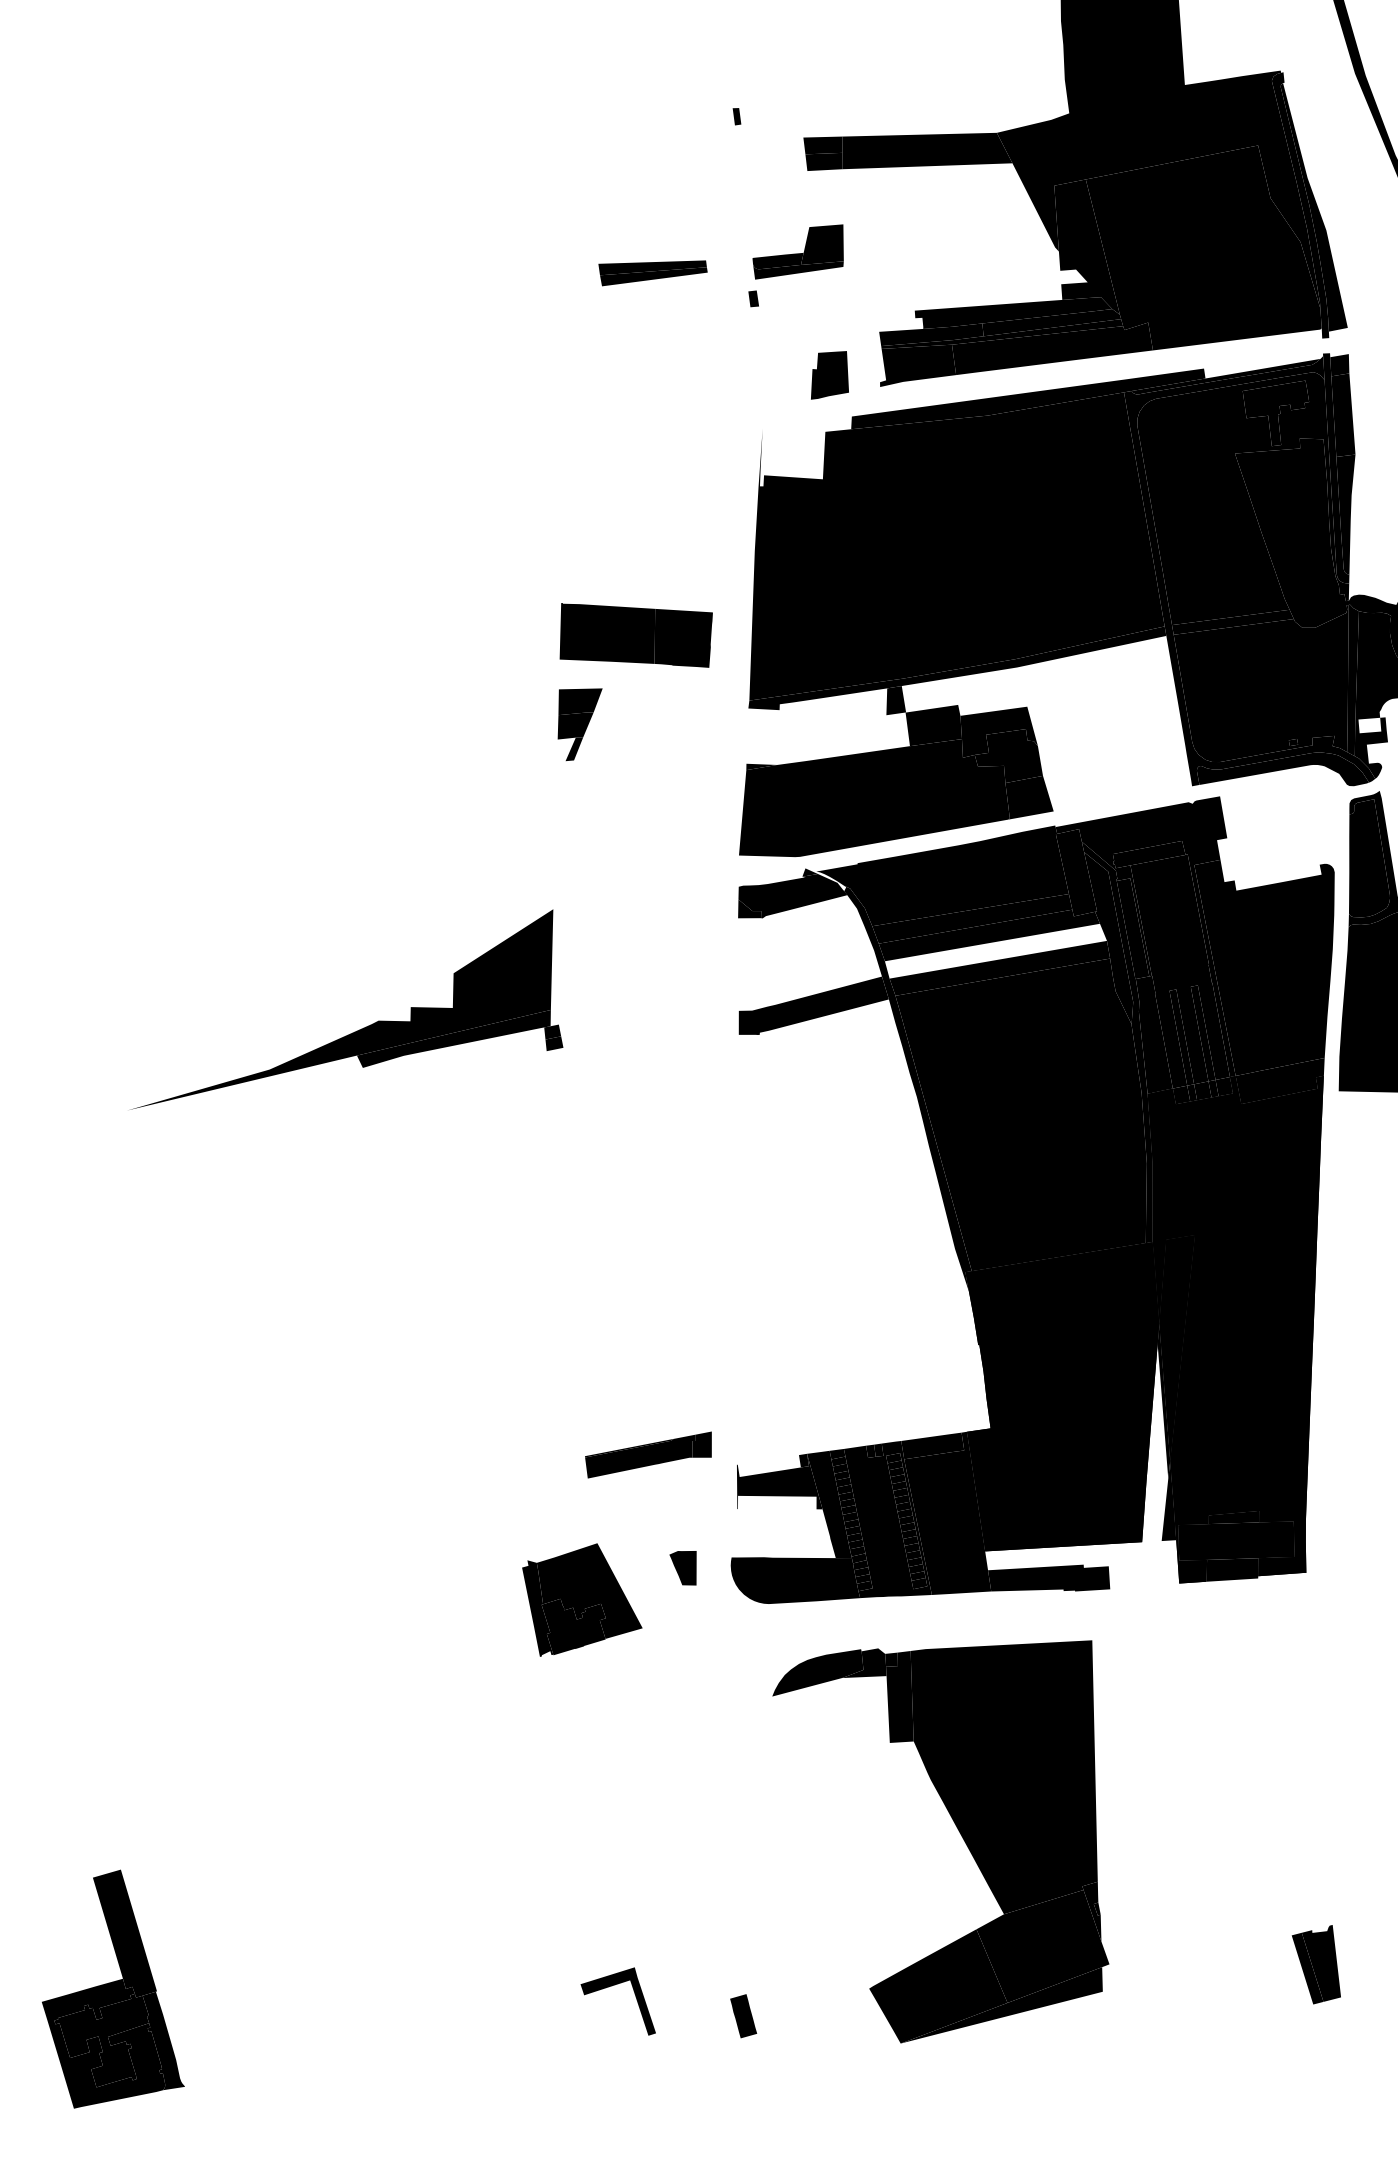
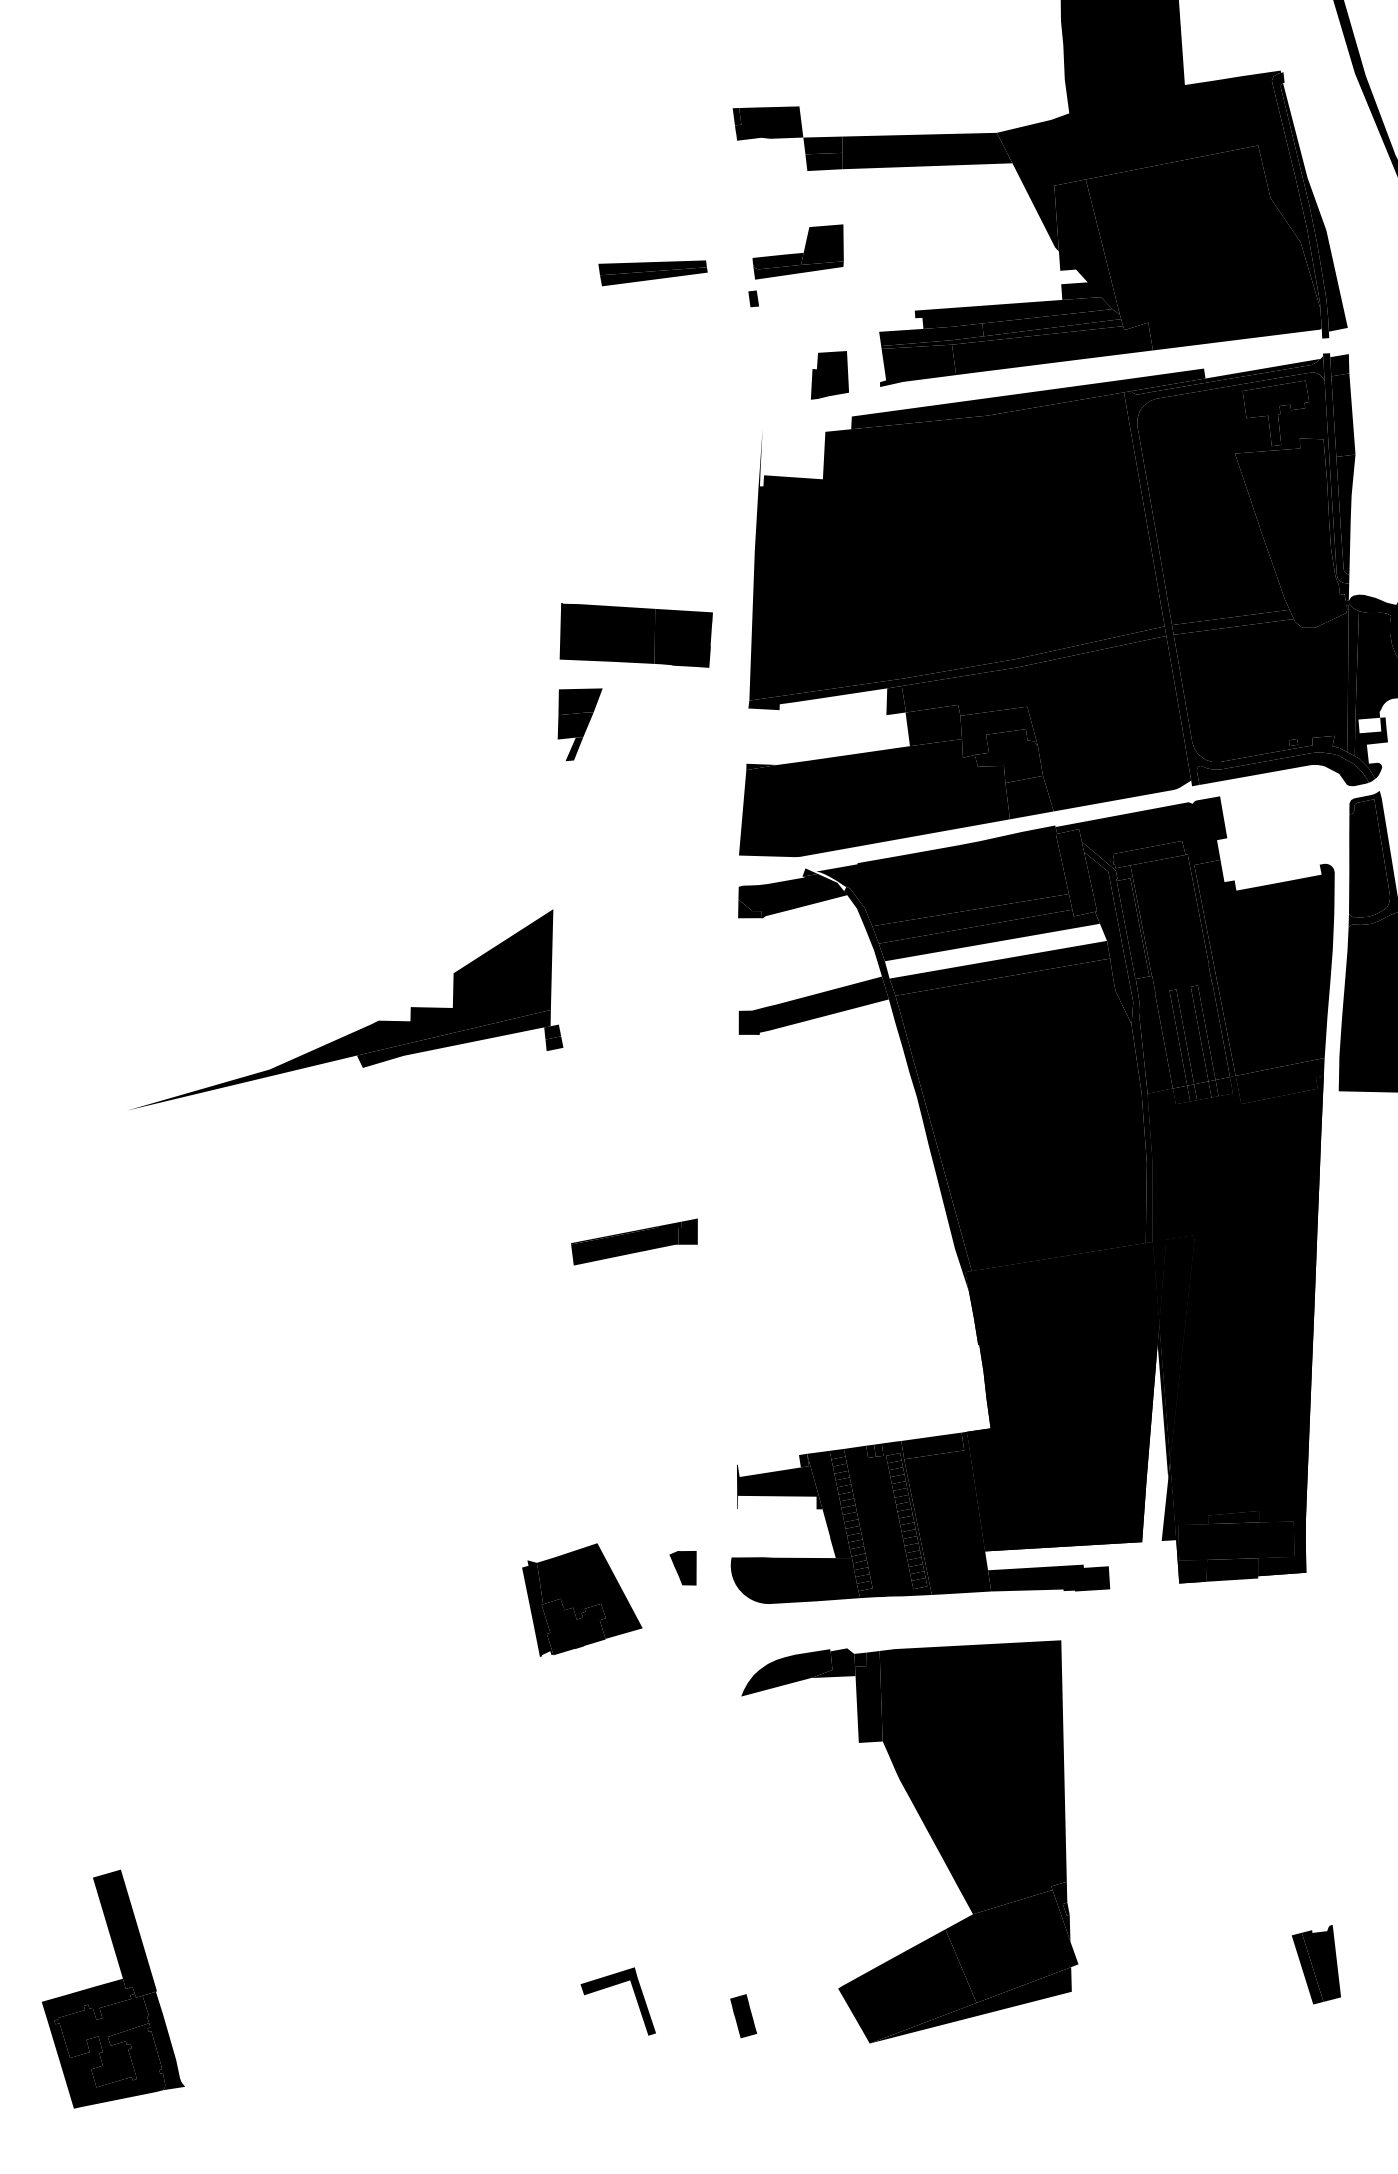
fill at (768, 123): none -> present
fill at (1046, 723): none -> present
part at (648, 1454) position: (648, 1454) -> (634, 1241)
part at (958, 1831) position: (958, 1831) -> (927, 1831)
